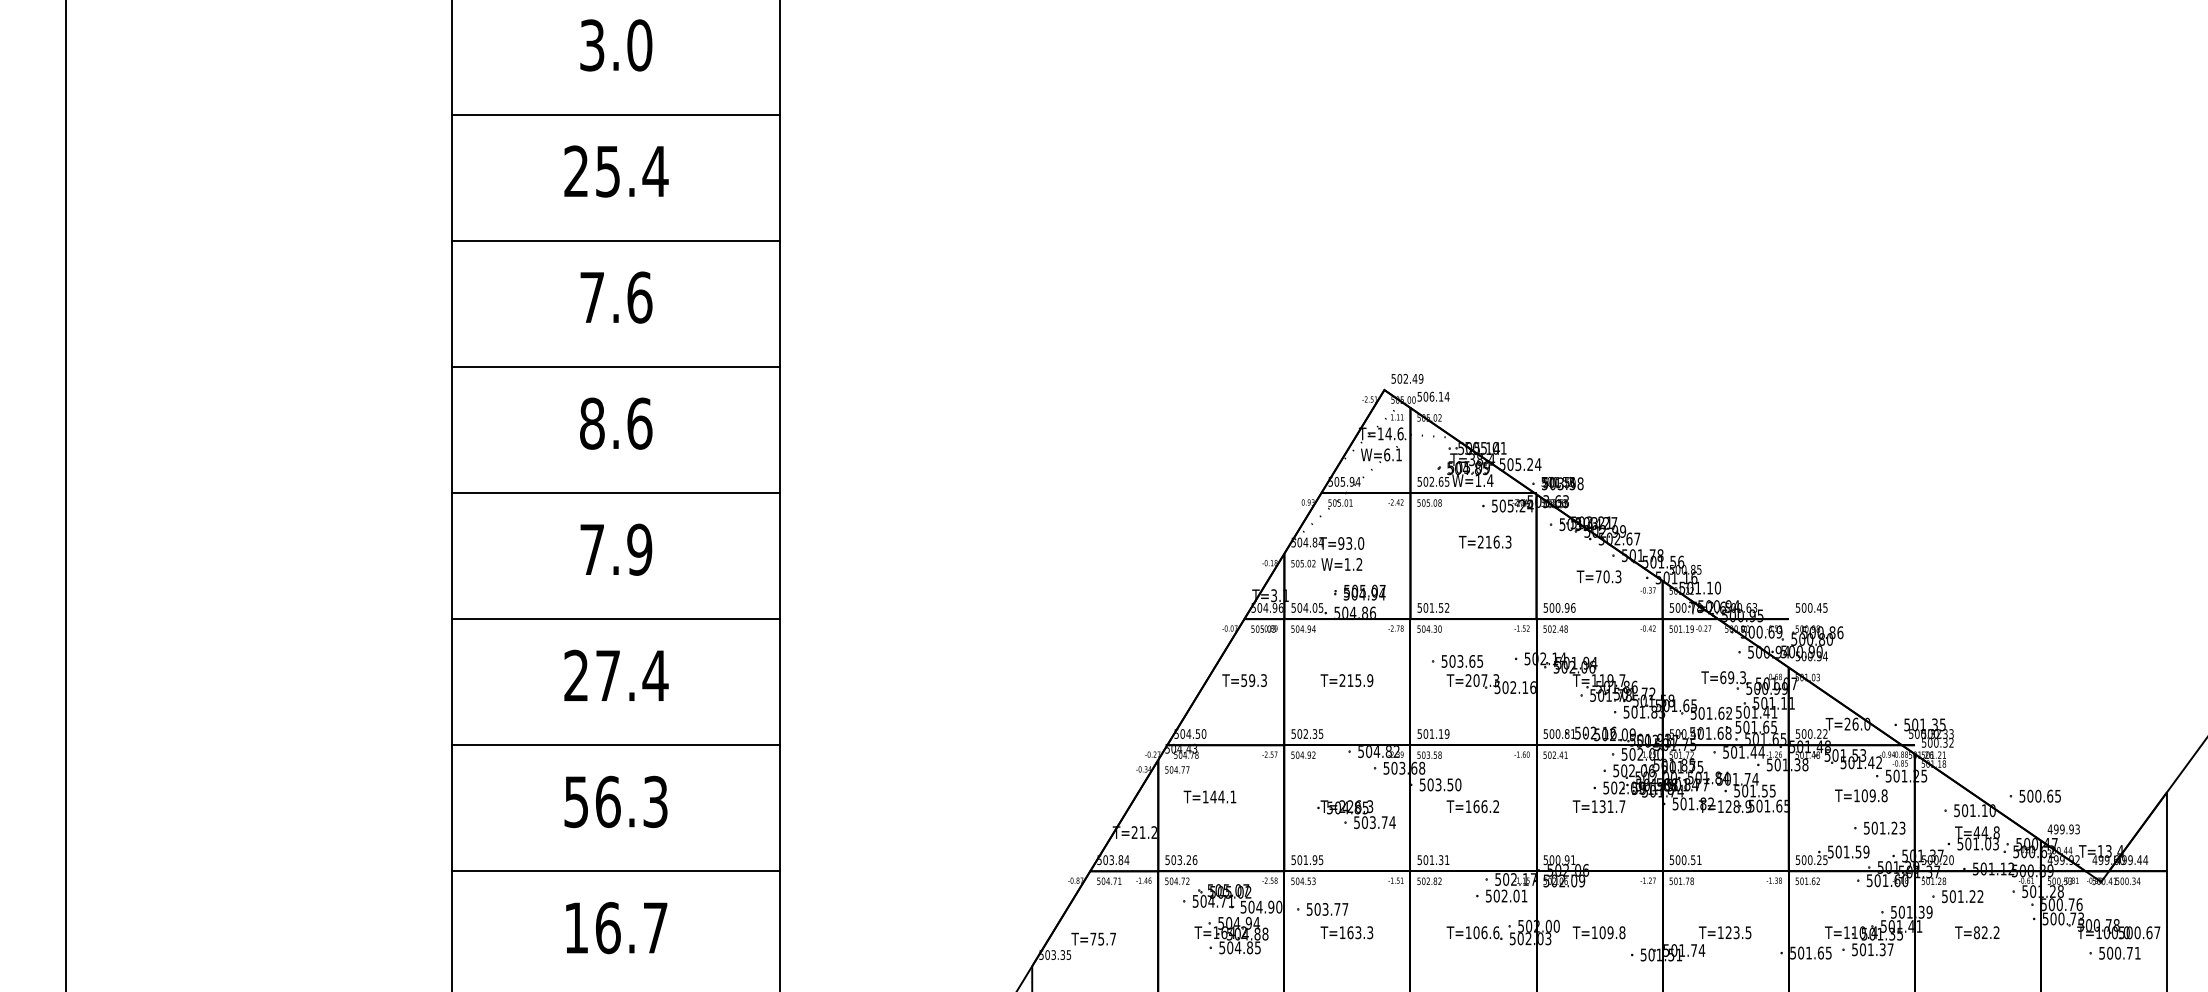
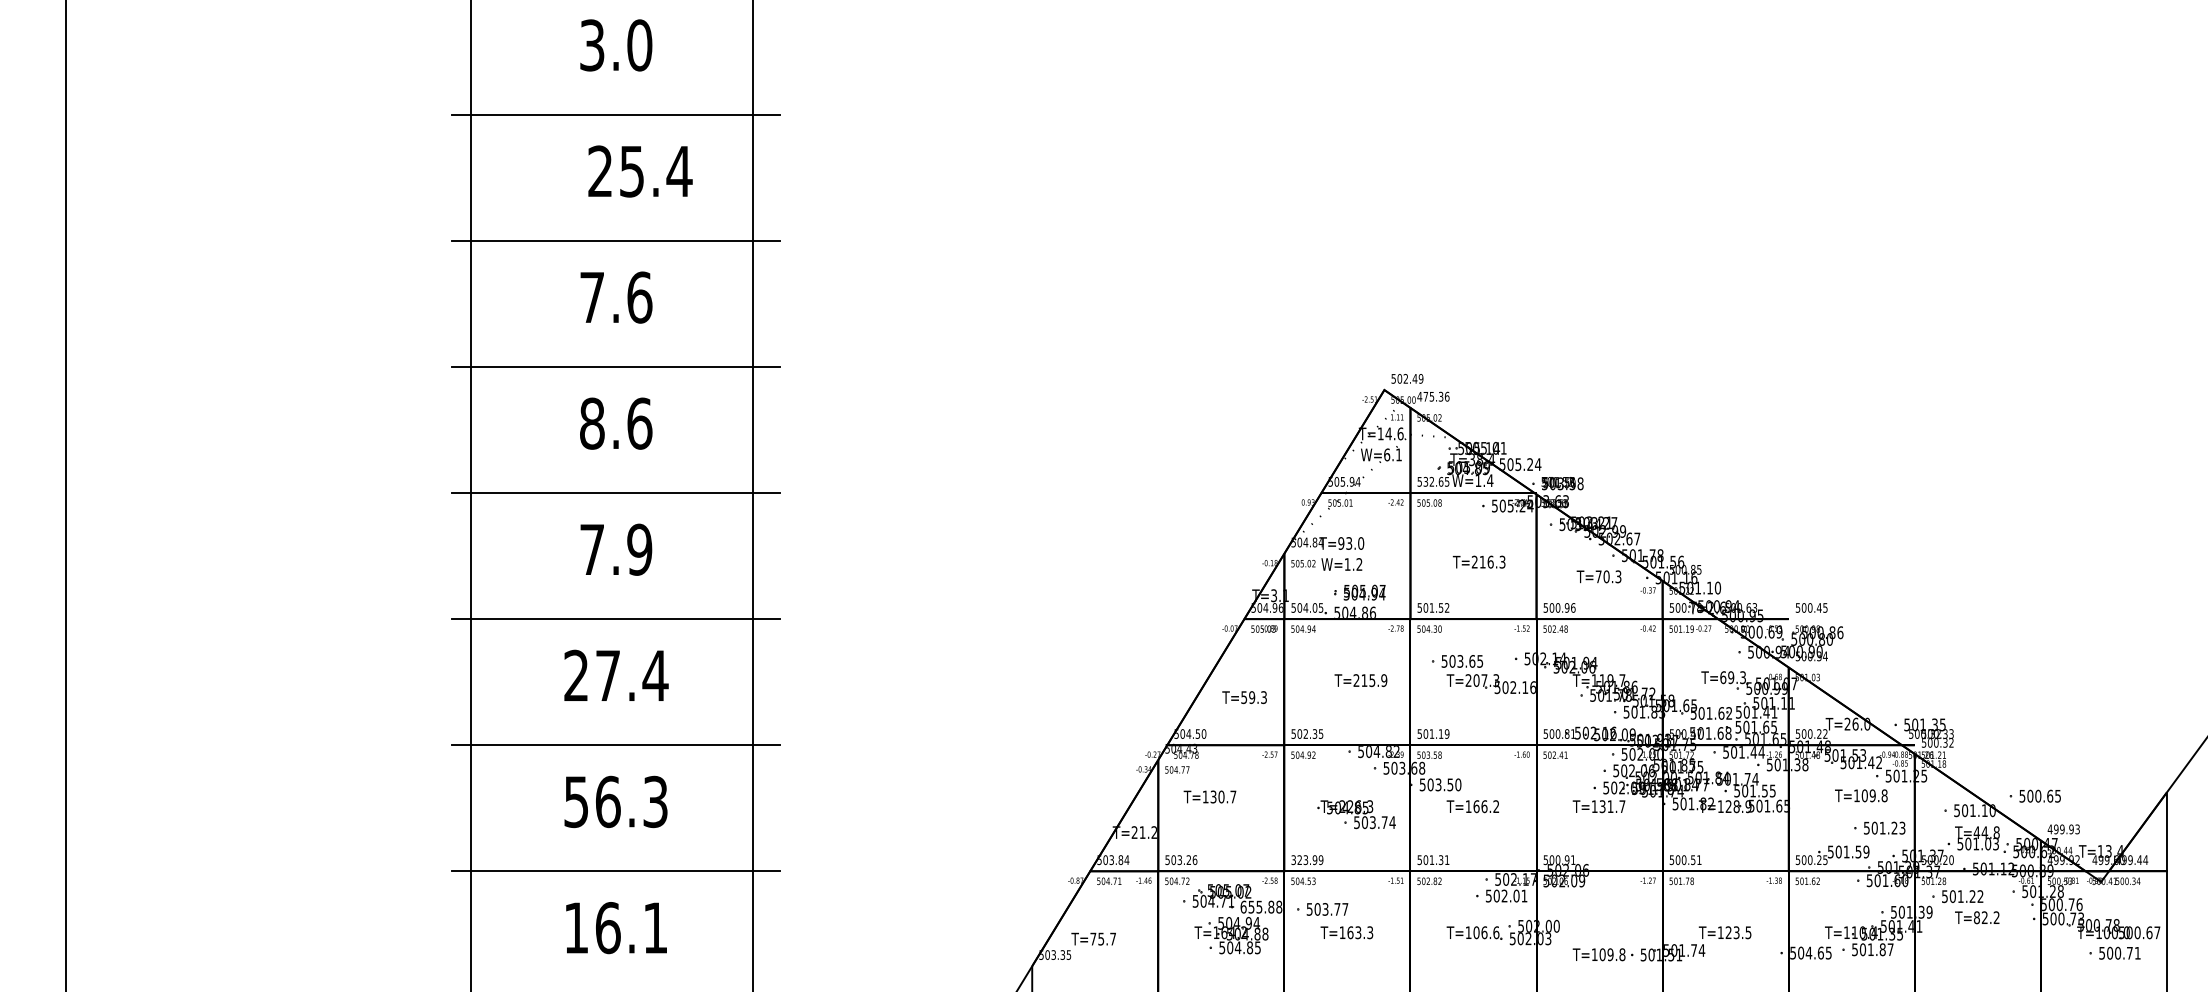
text at (616, 171) position: (616, 171) -> (640, 171)
text at (1433, 396): 506.14 -> 475.36
text at (1425, 481): 502.65 -> 532.65
line at (452, 495) position: (452, 495) -> (471, 495)
line at (780, 495) position: (780, 495) -> (753, 495)
text at (1484, 541) position: (1484, 541) -> (1478, 561)
text at (1244, 680) position: (1244, 680) -> (1244, 697)
text at (1346, 680) position: (1346, 680) -> (1360, 680)
text at (1223, 796): T=144.1 -> T=130.7
text at (1307, 860): 501.95 -> 323.99
text at (1261, 906): 504.90 -> 655.88
text at (655, 927): 16.7 -> 16.1
text at (1598, 932) position: (1598, 932) -> (1598, 954)
text at (1977, 932) position: (1977, 932) -> (1977, 917)
text at (1882, 949): 501.37 -> 501.87
text at (1808, 952): 501.65 -> 504.65
